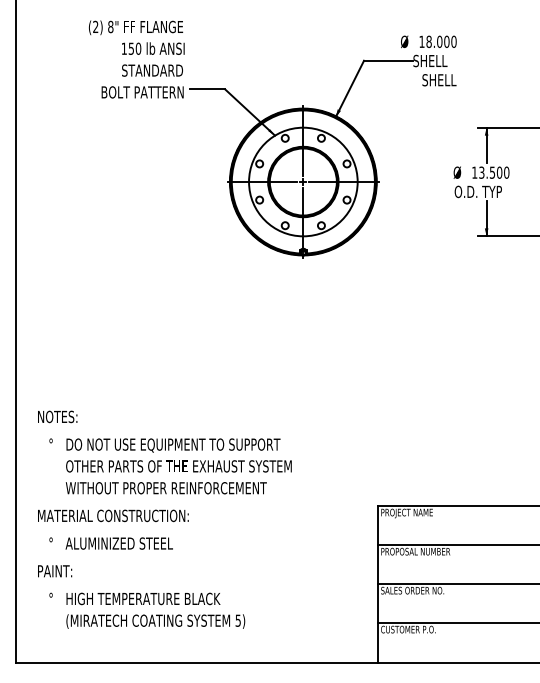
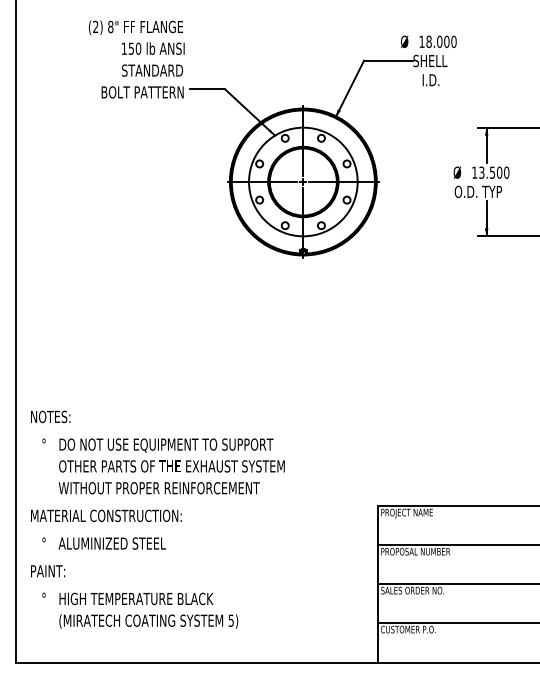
text at (439, 80): SHELL -> I.D.
text at (164, 519) position: (164, 519) -> (157, 519)
